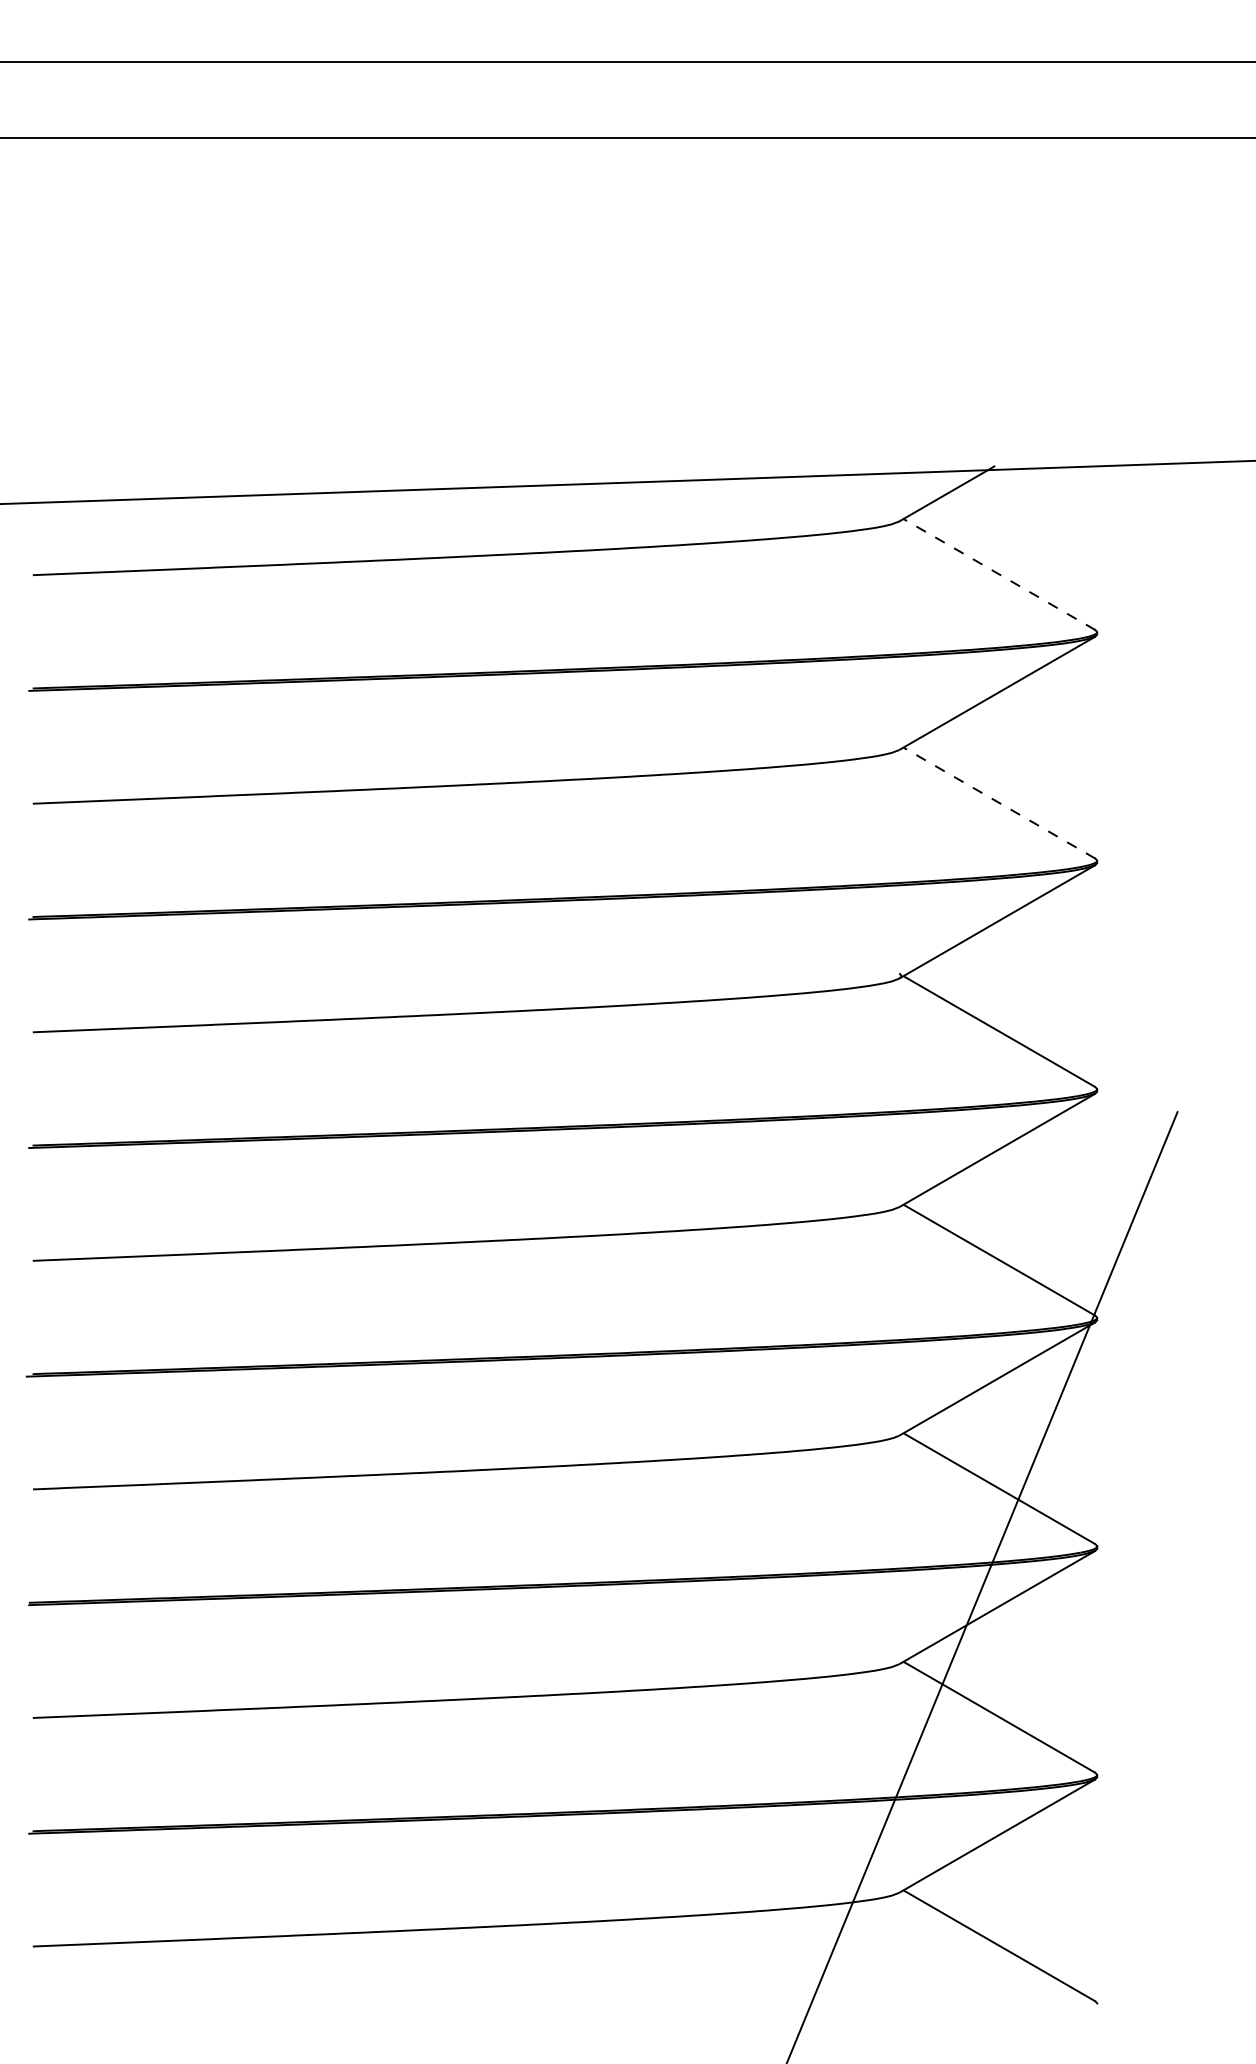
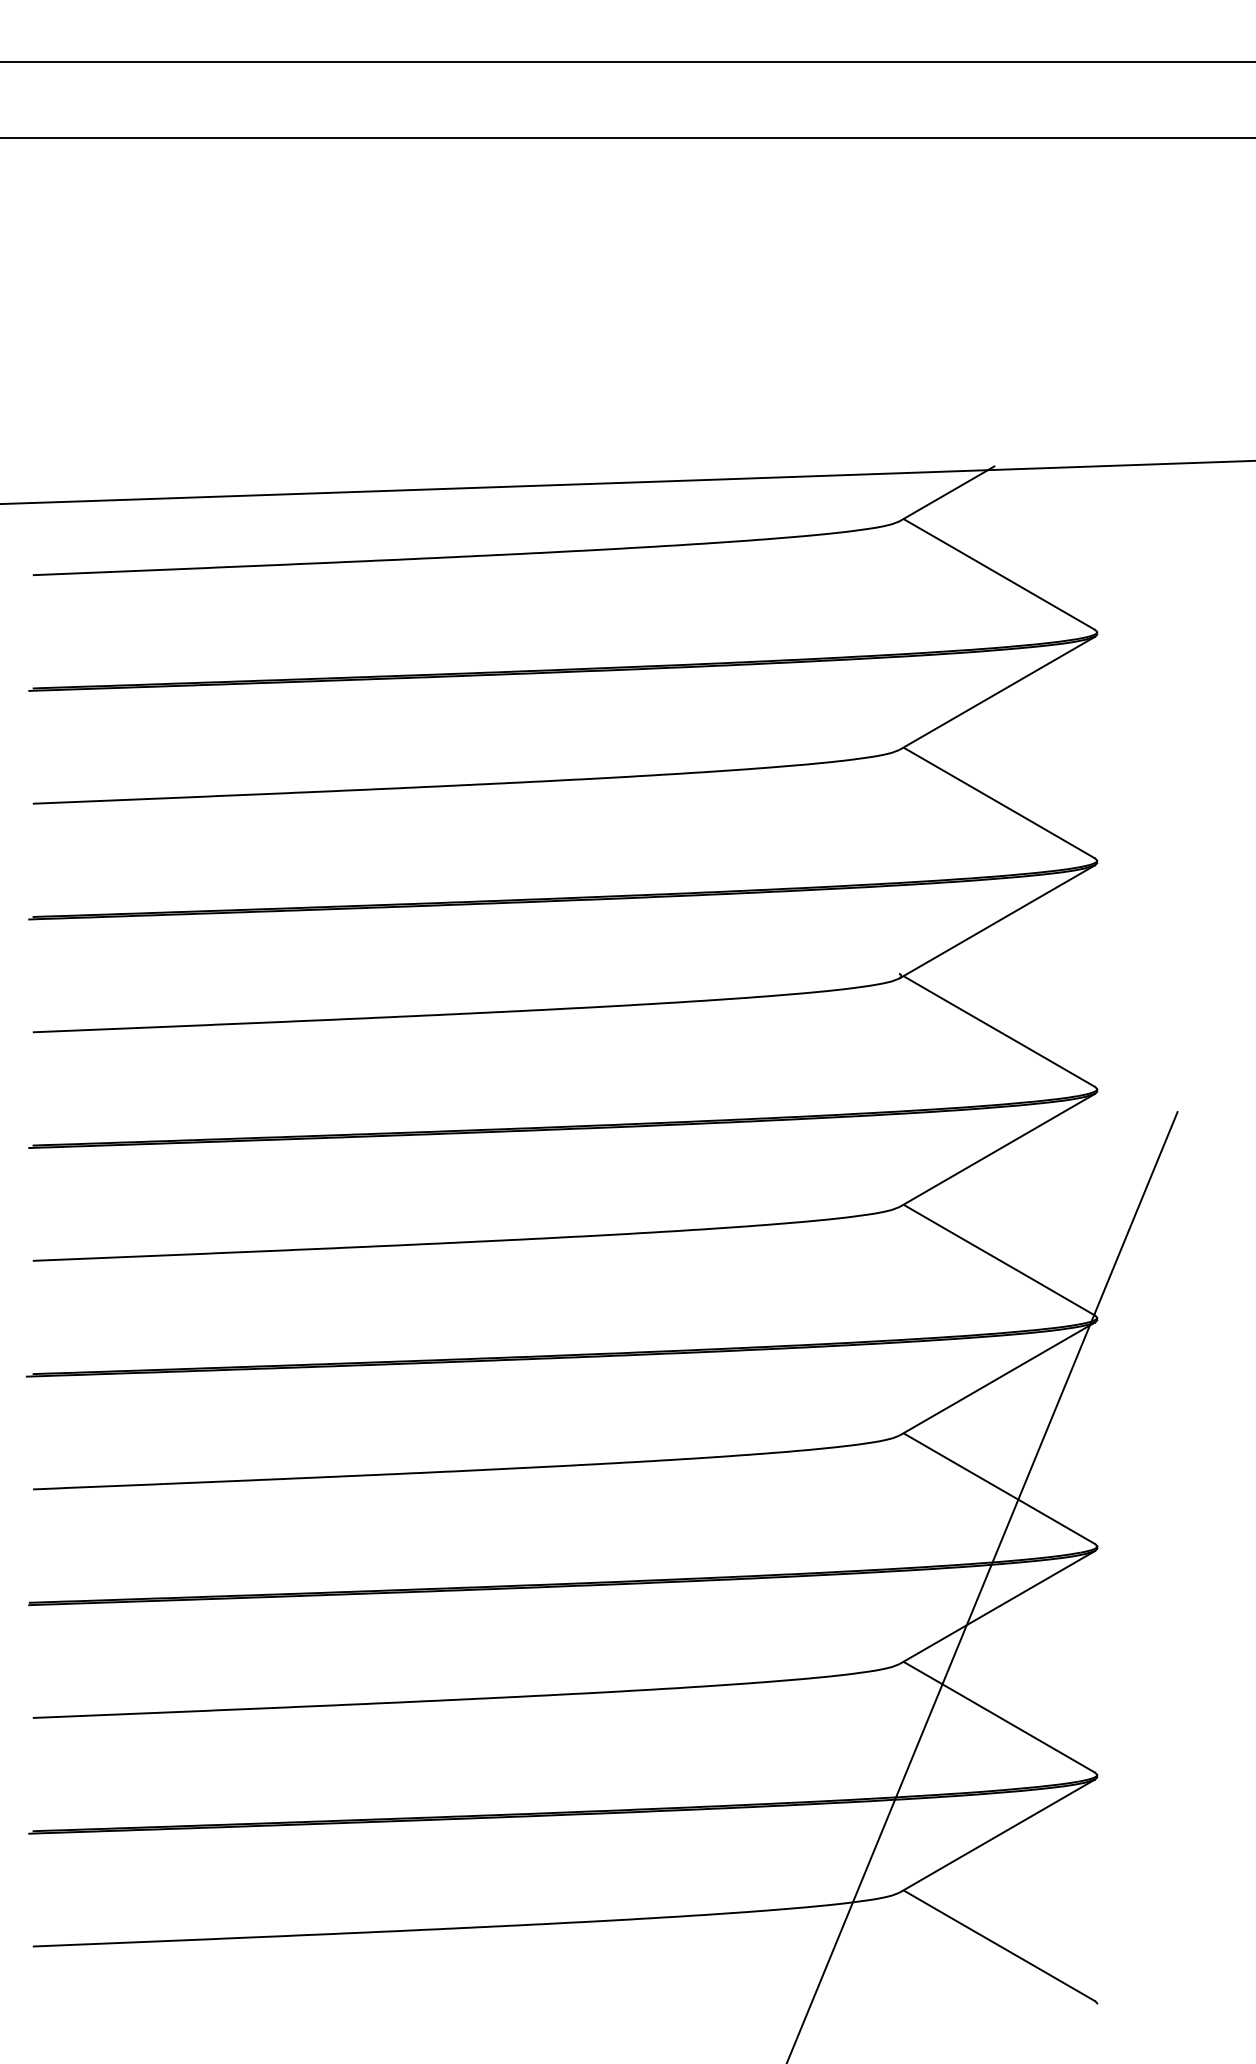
line at (999, 574): dashed -> solid
line at (999, 802): dashed -> solid
